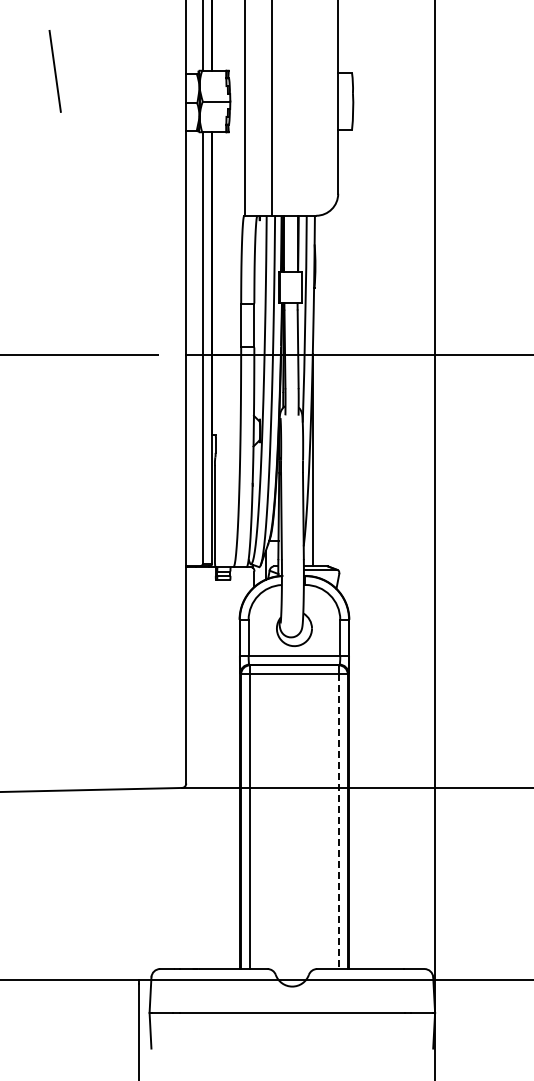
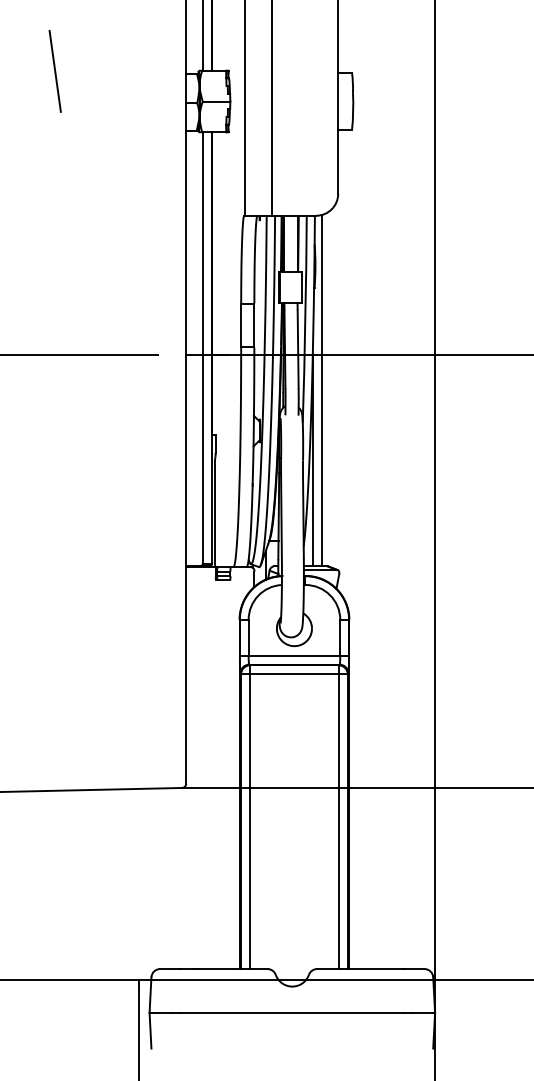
line at (322, 390): none -> present
line at (339, 822): dashed -> solid
